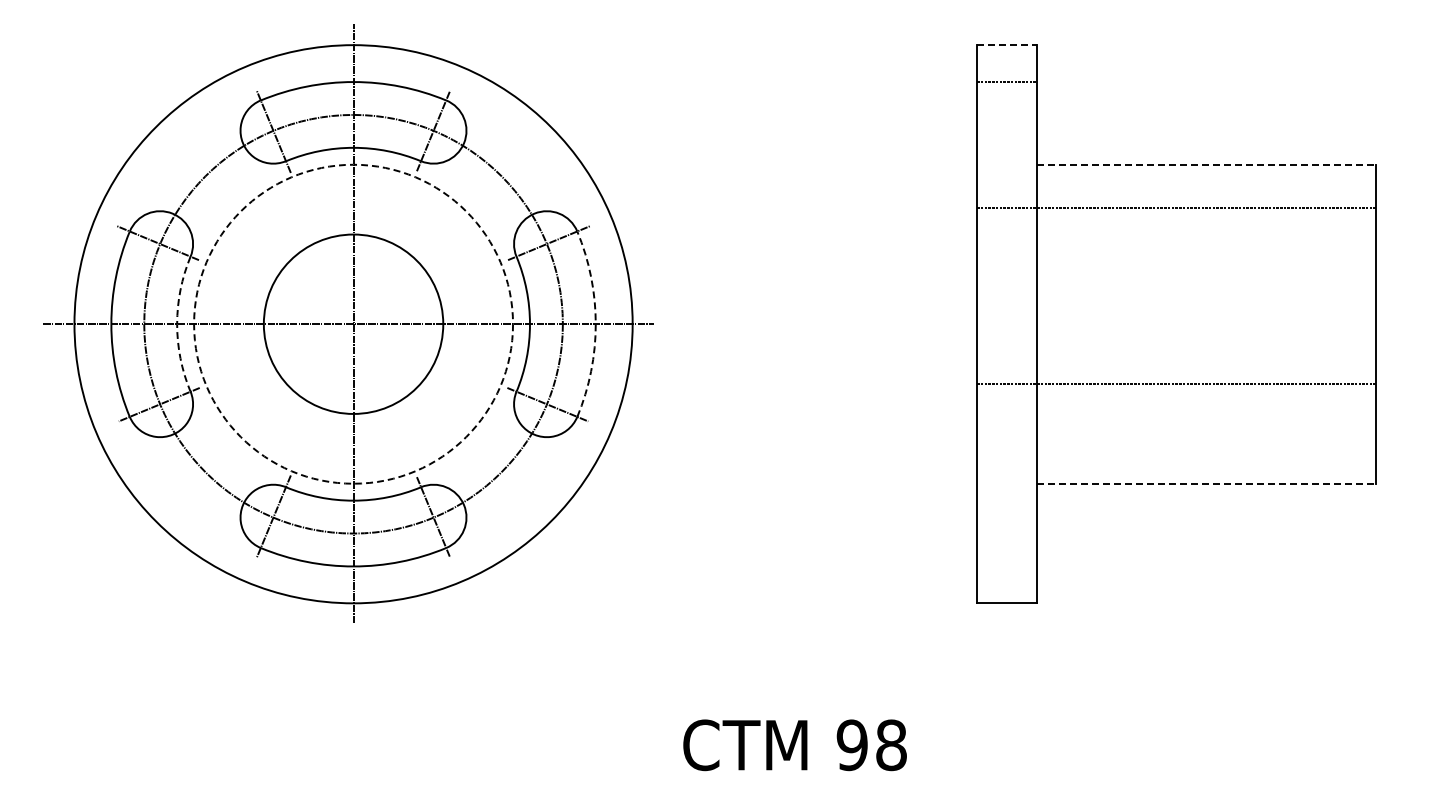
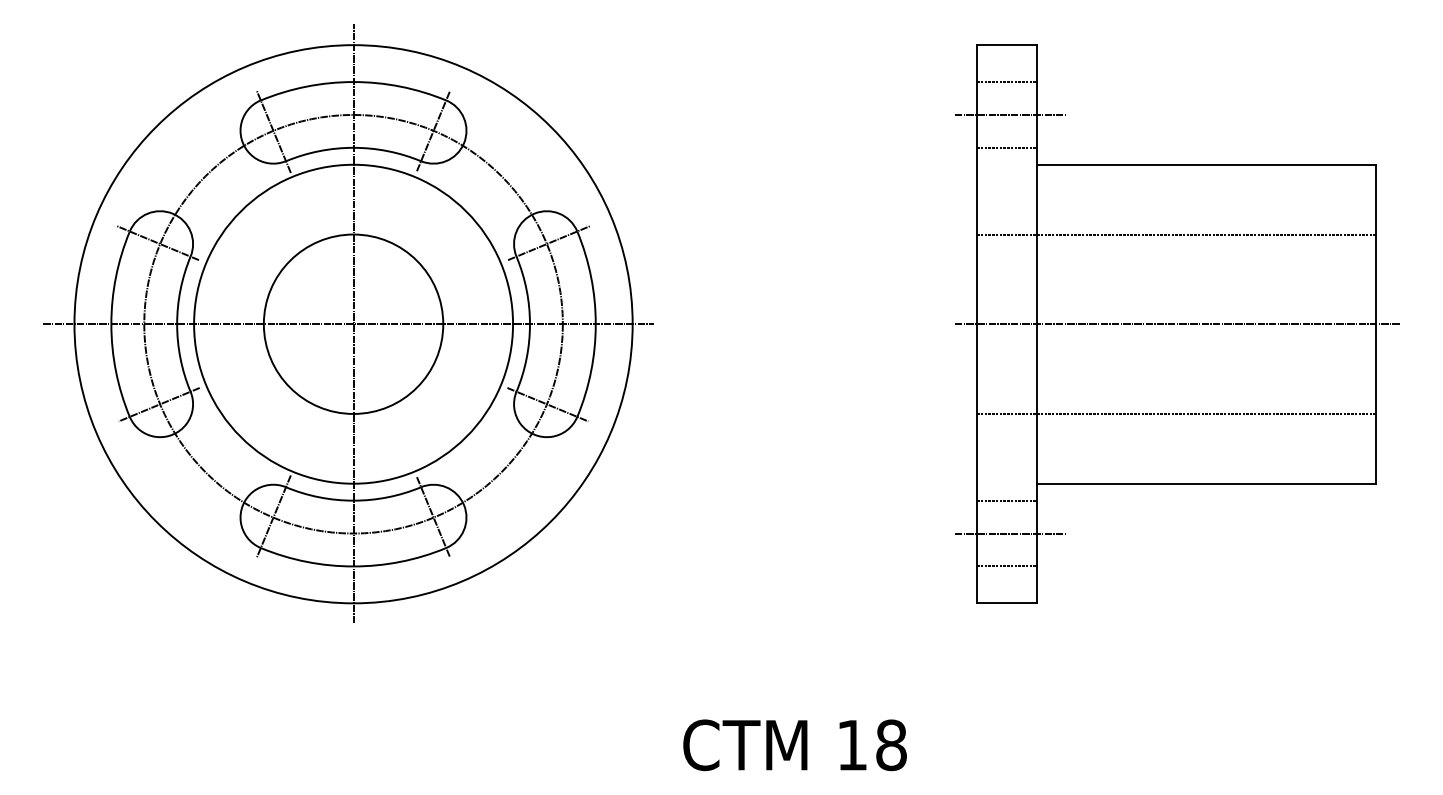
line at (1007, 45): dashed -> solid
line at (1010, 114): none -> present
line at (1007, 147): none -> present
line at (1206, 164): dashed -> solid
line at (1176, 207) position: (1176, 207) -> (1176, 234)
circle at (353, 323): dashed -> solid
arc at (177, 324): dashed -> solid
arc at (595, 324): dashed -> solid
line at (1177, 324): none -> present
line at (1176, 383) position: (1176, 383) -> (1176, 413)
line at (1206, 483): dashed -> solid
line at (1007, 500): none -> present
line at (1010, 533): none -> present
line at (1007, 566): none -> present
text at (851, 745): 98 -> 18
